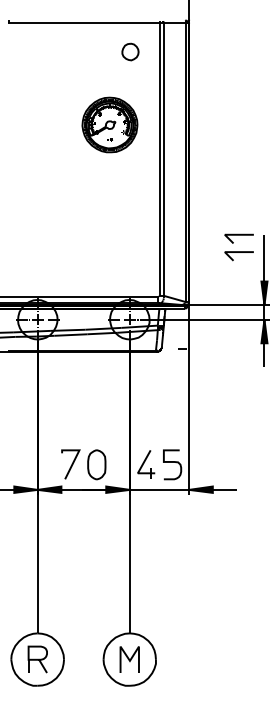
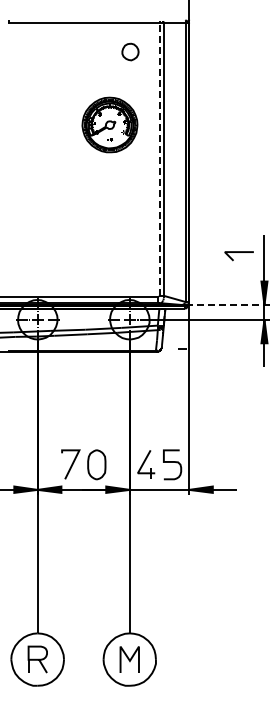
line at (159, 159): solid -> dashed
line at (238, 235): present -> none
line at (228, 305): solid -> dashed
